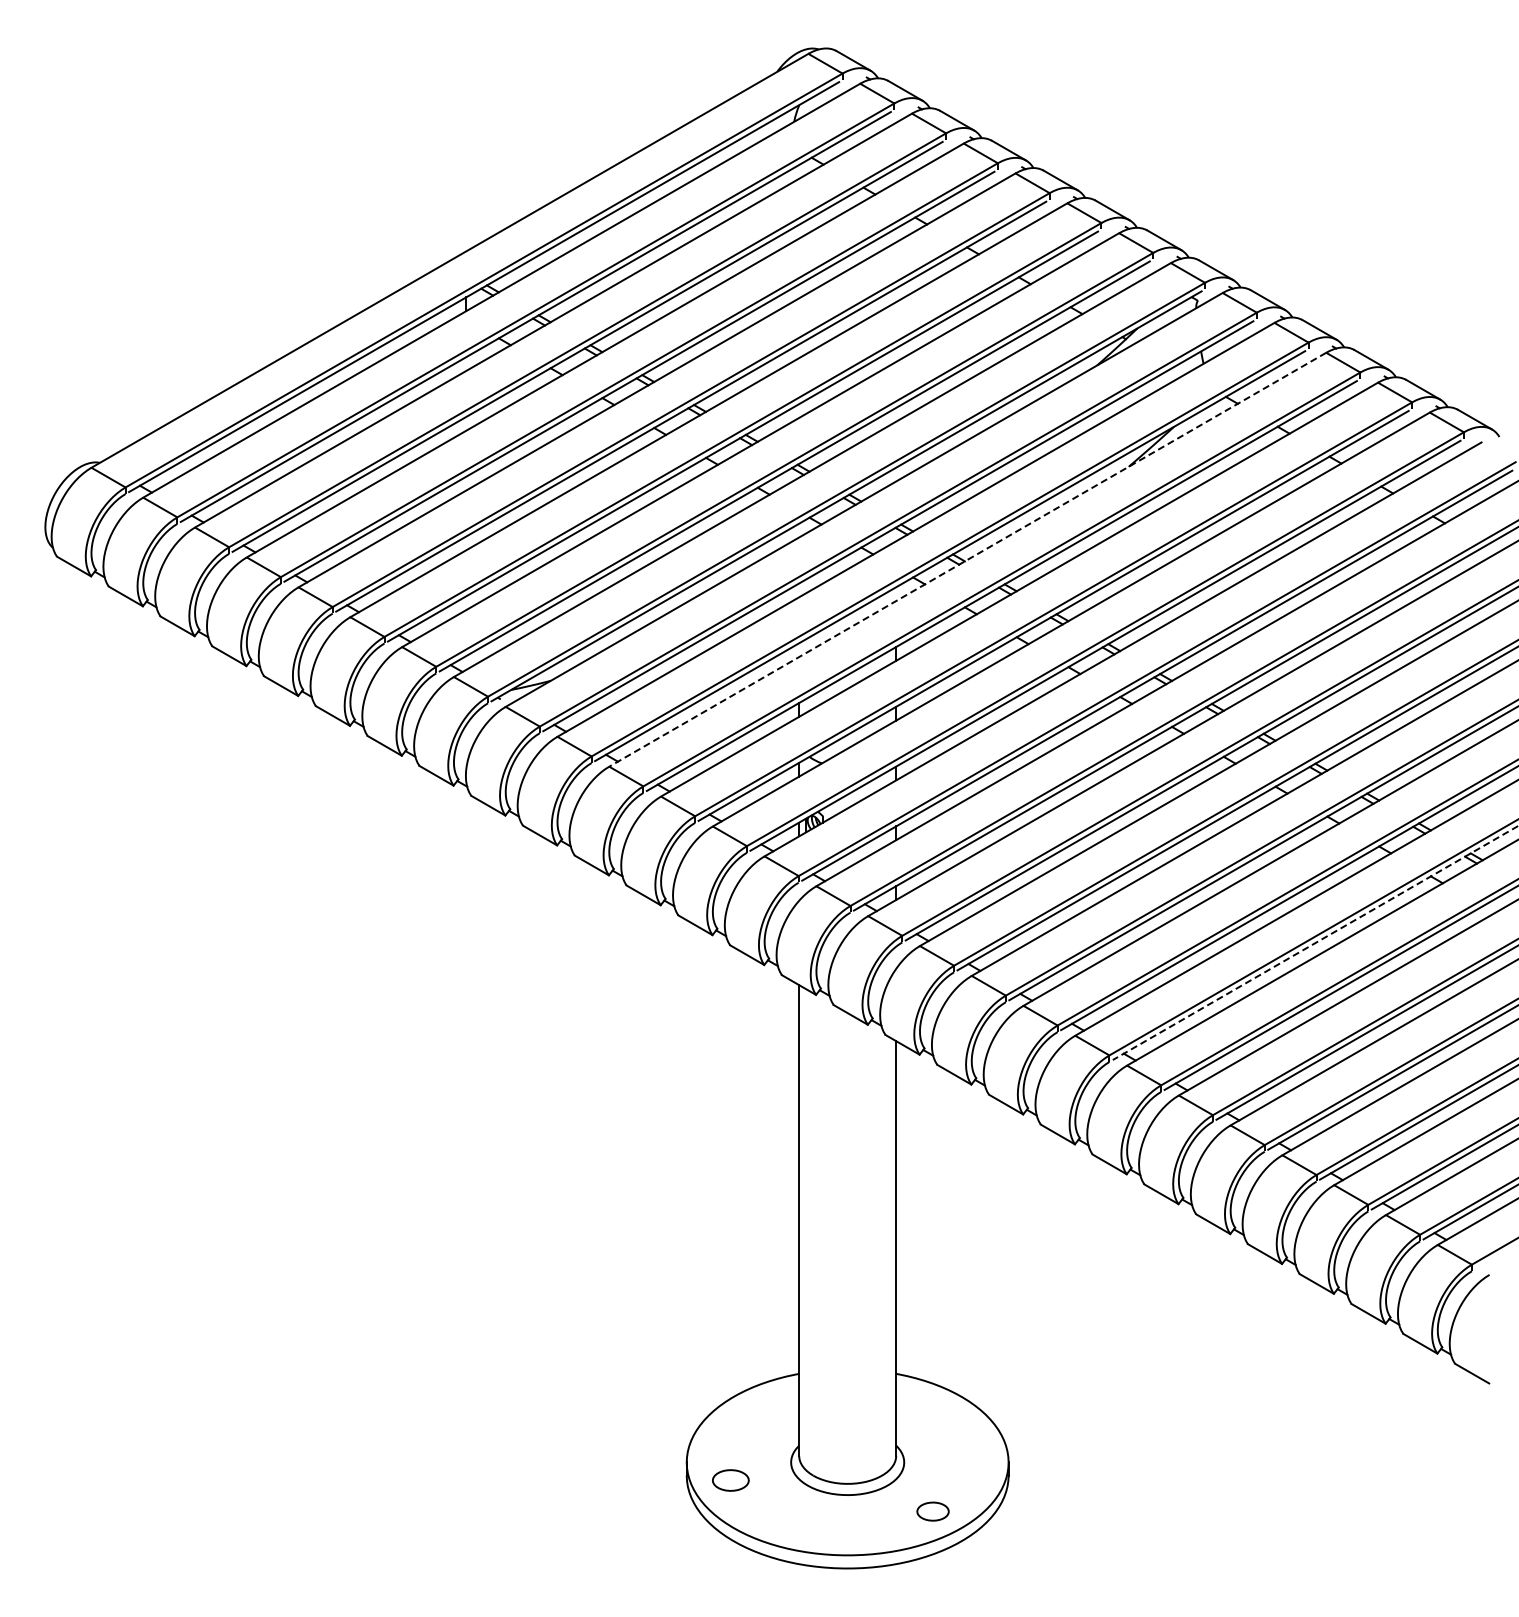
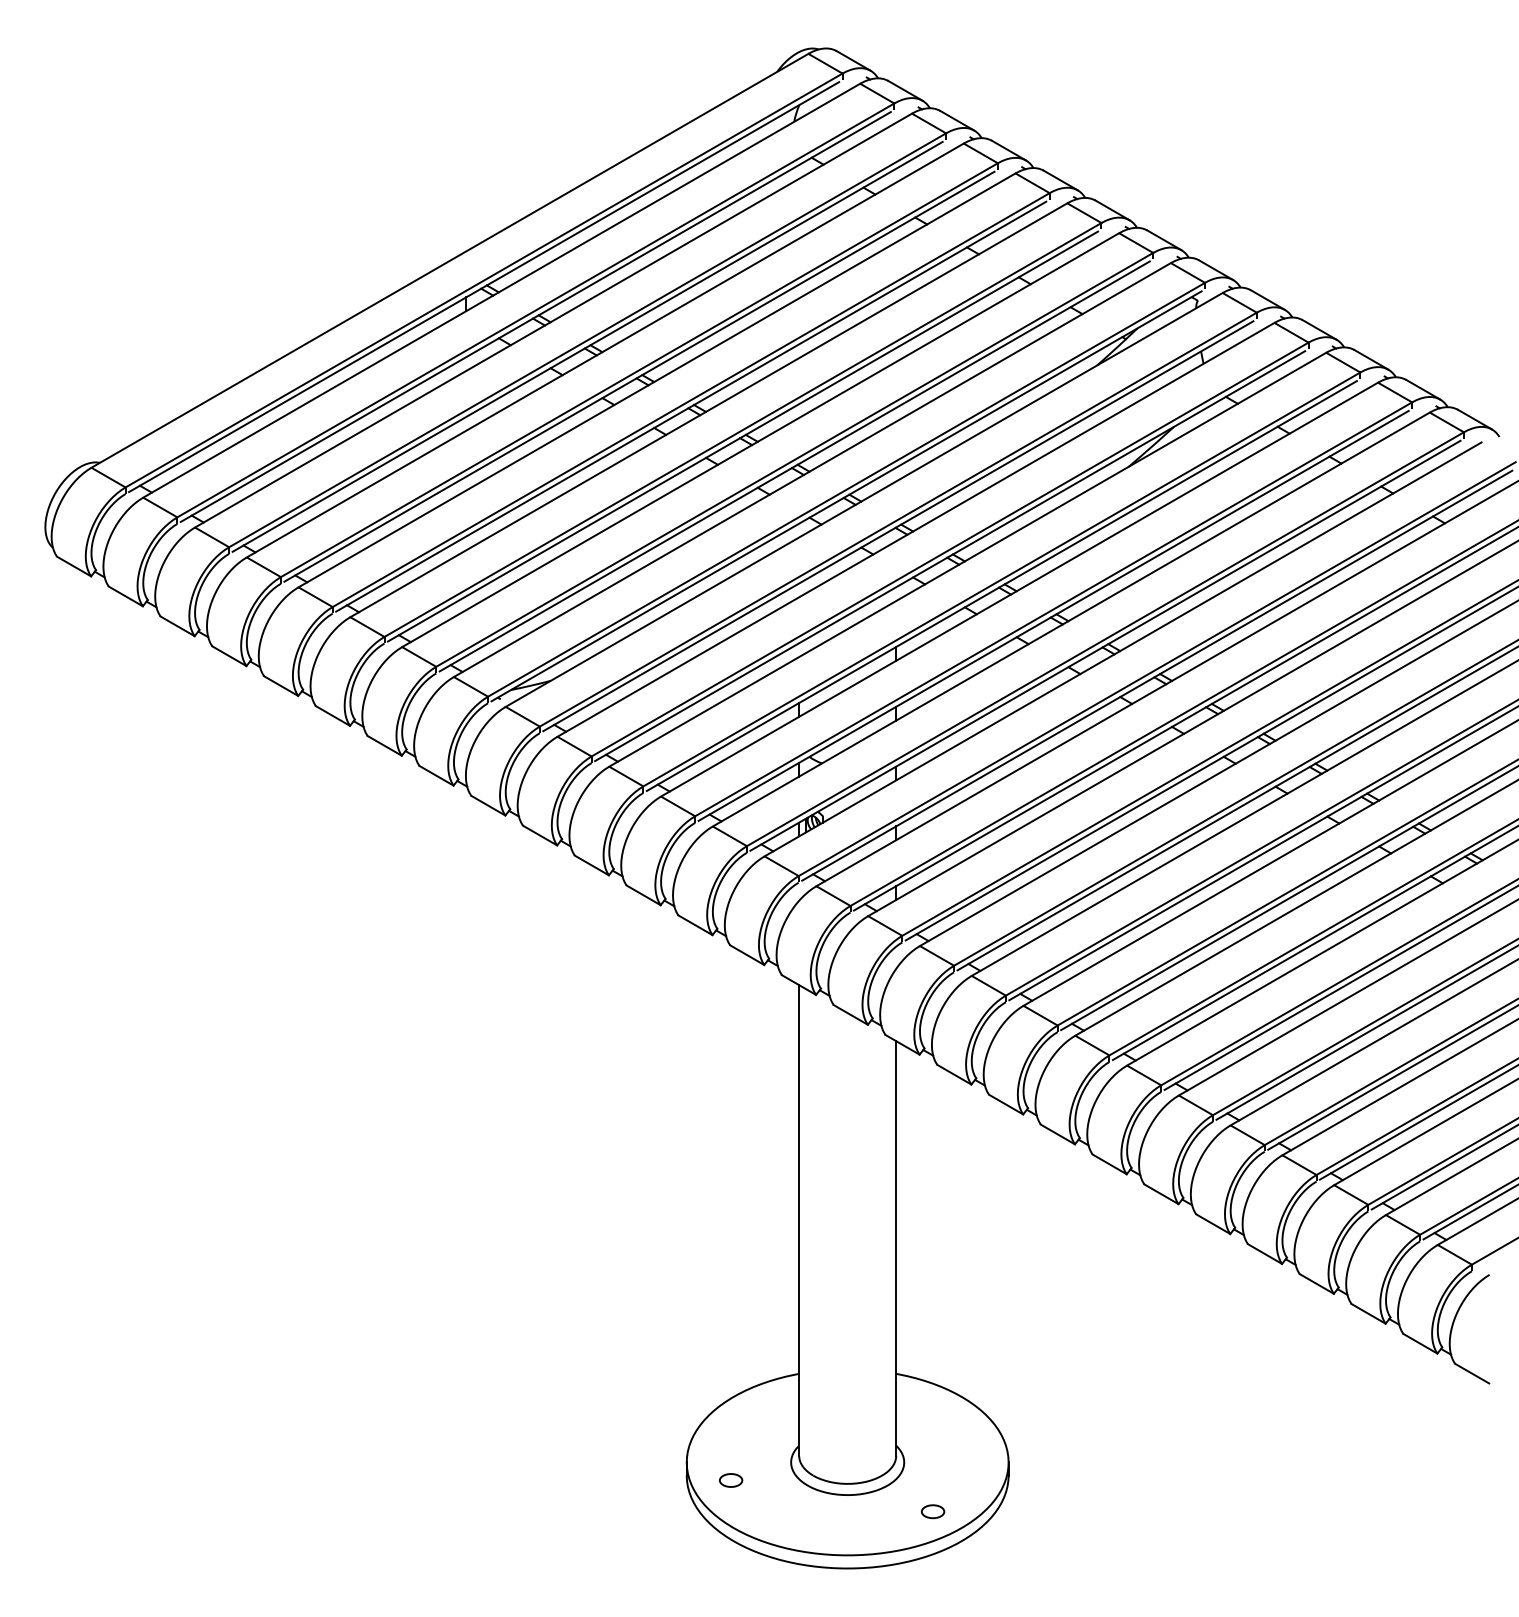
line at (967, 559): dashed -> solid
line at (1315, 943): dashed -> solid
part at (730, 1480) size: 38x23 px -> 25x15 px
part at (932, 1511) size: 34x21 px -> 26x16 px
